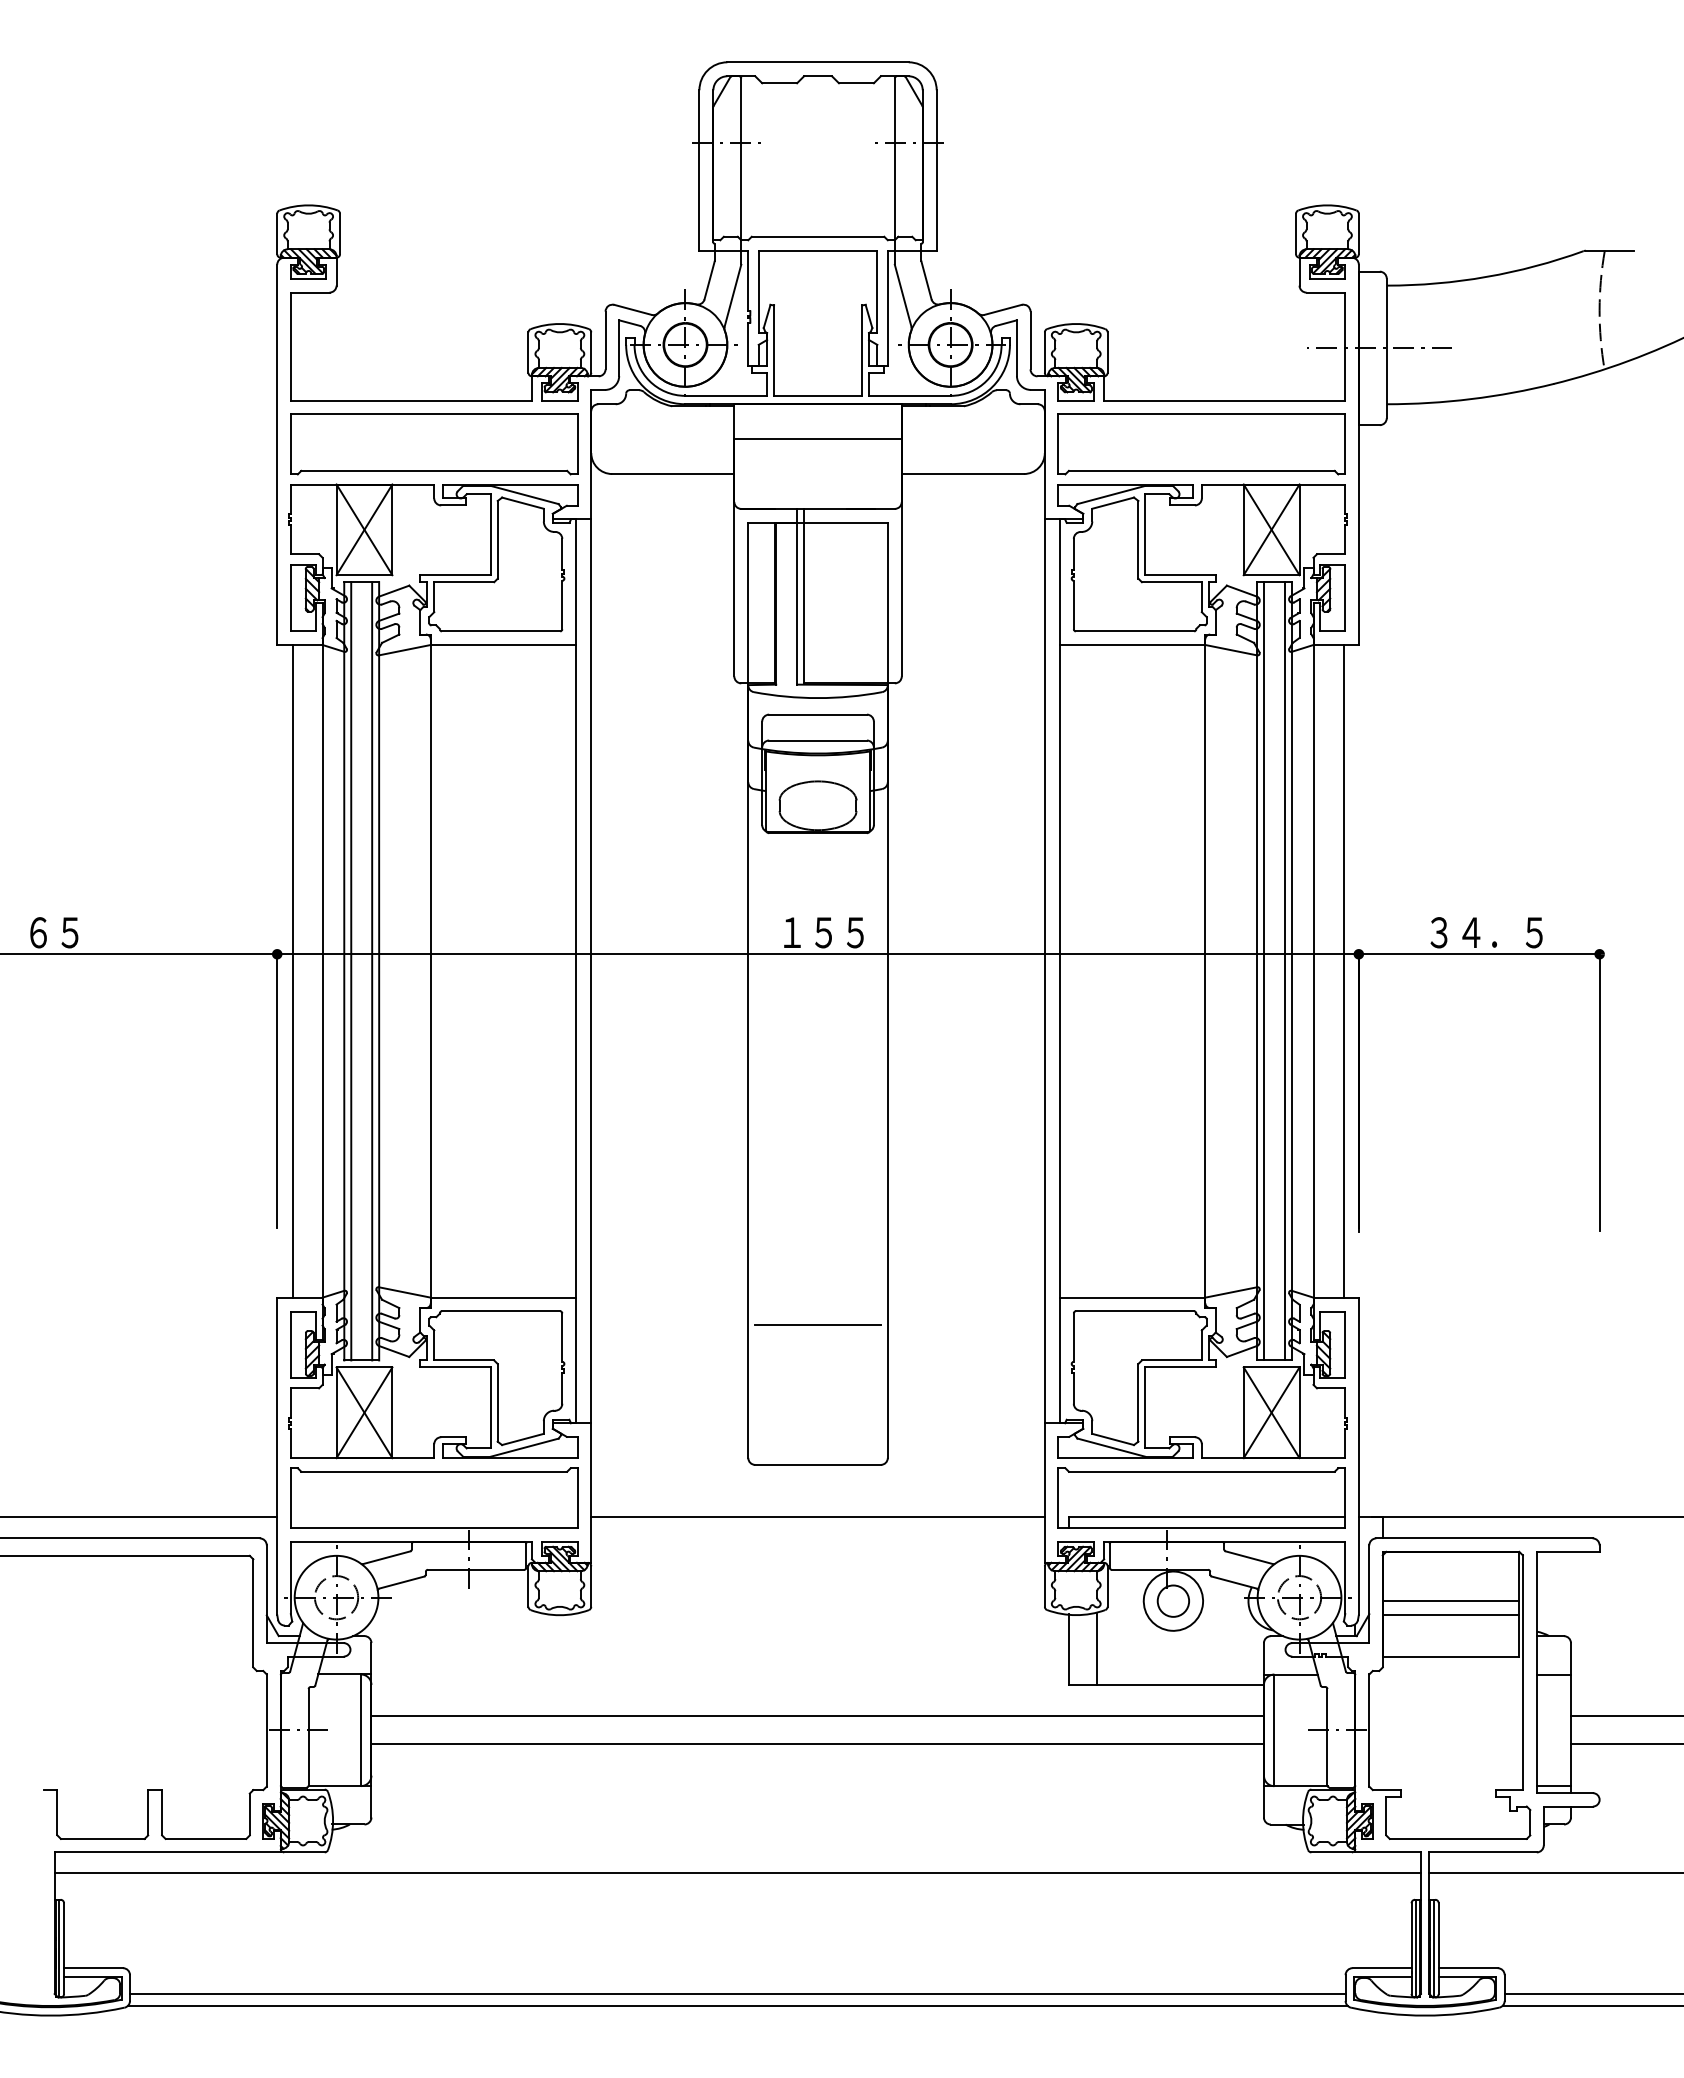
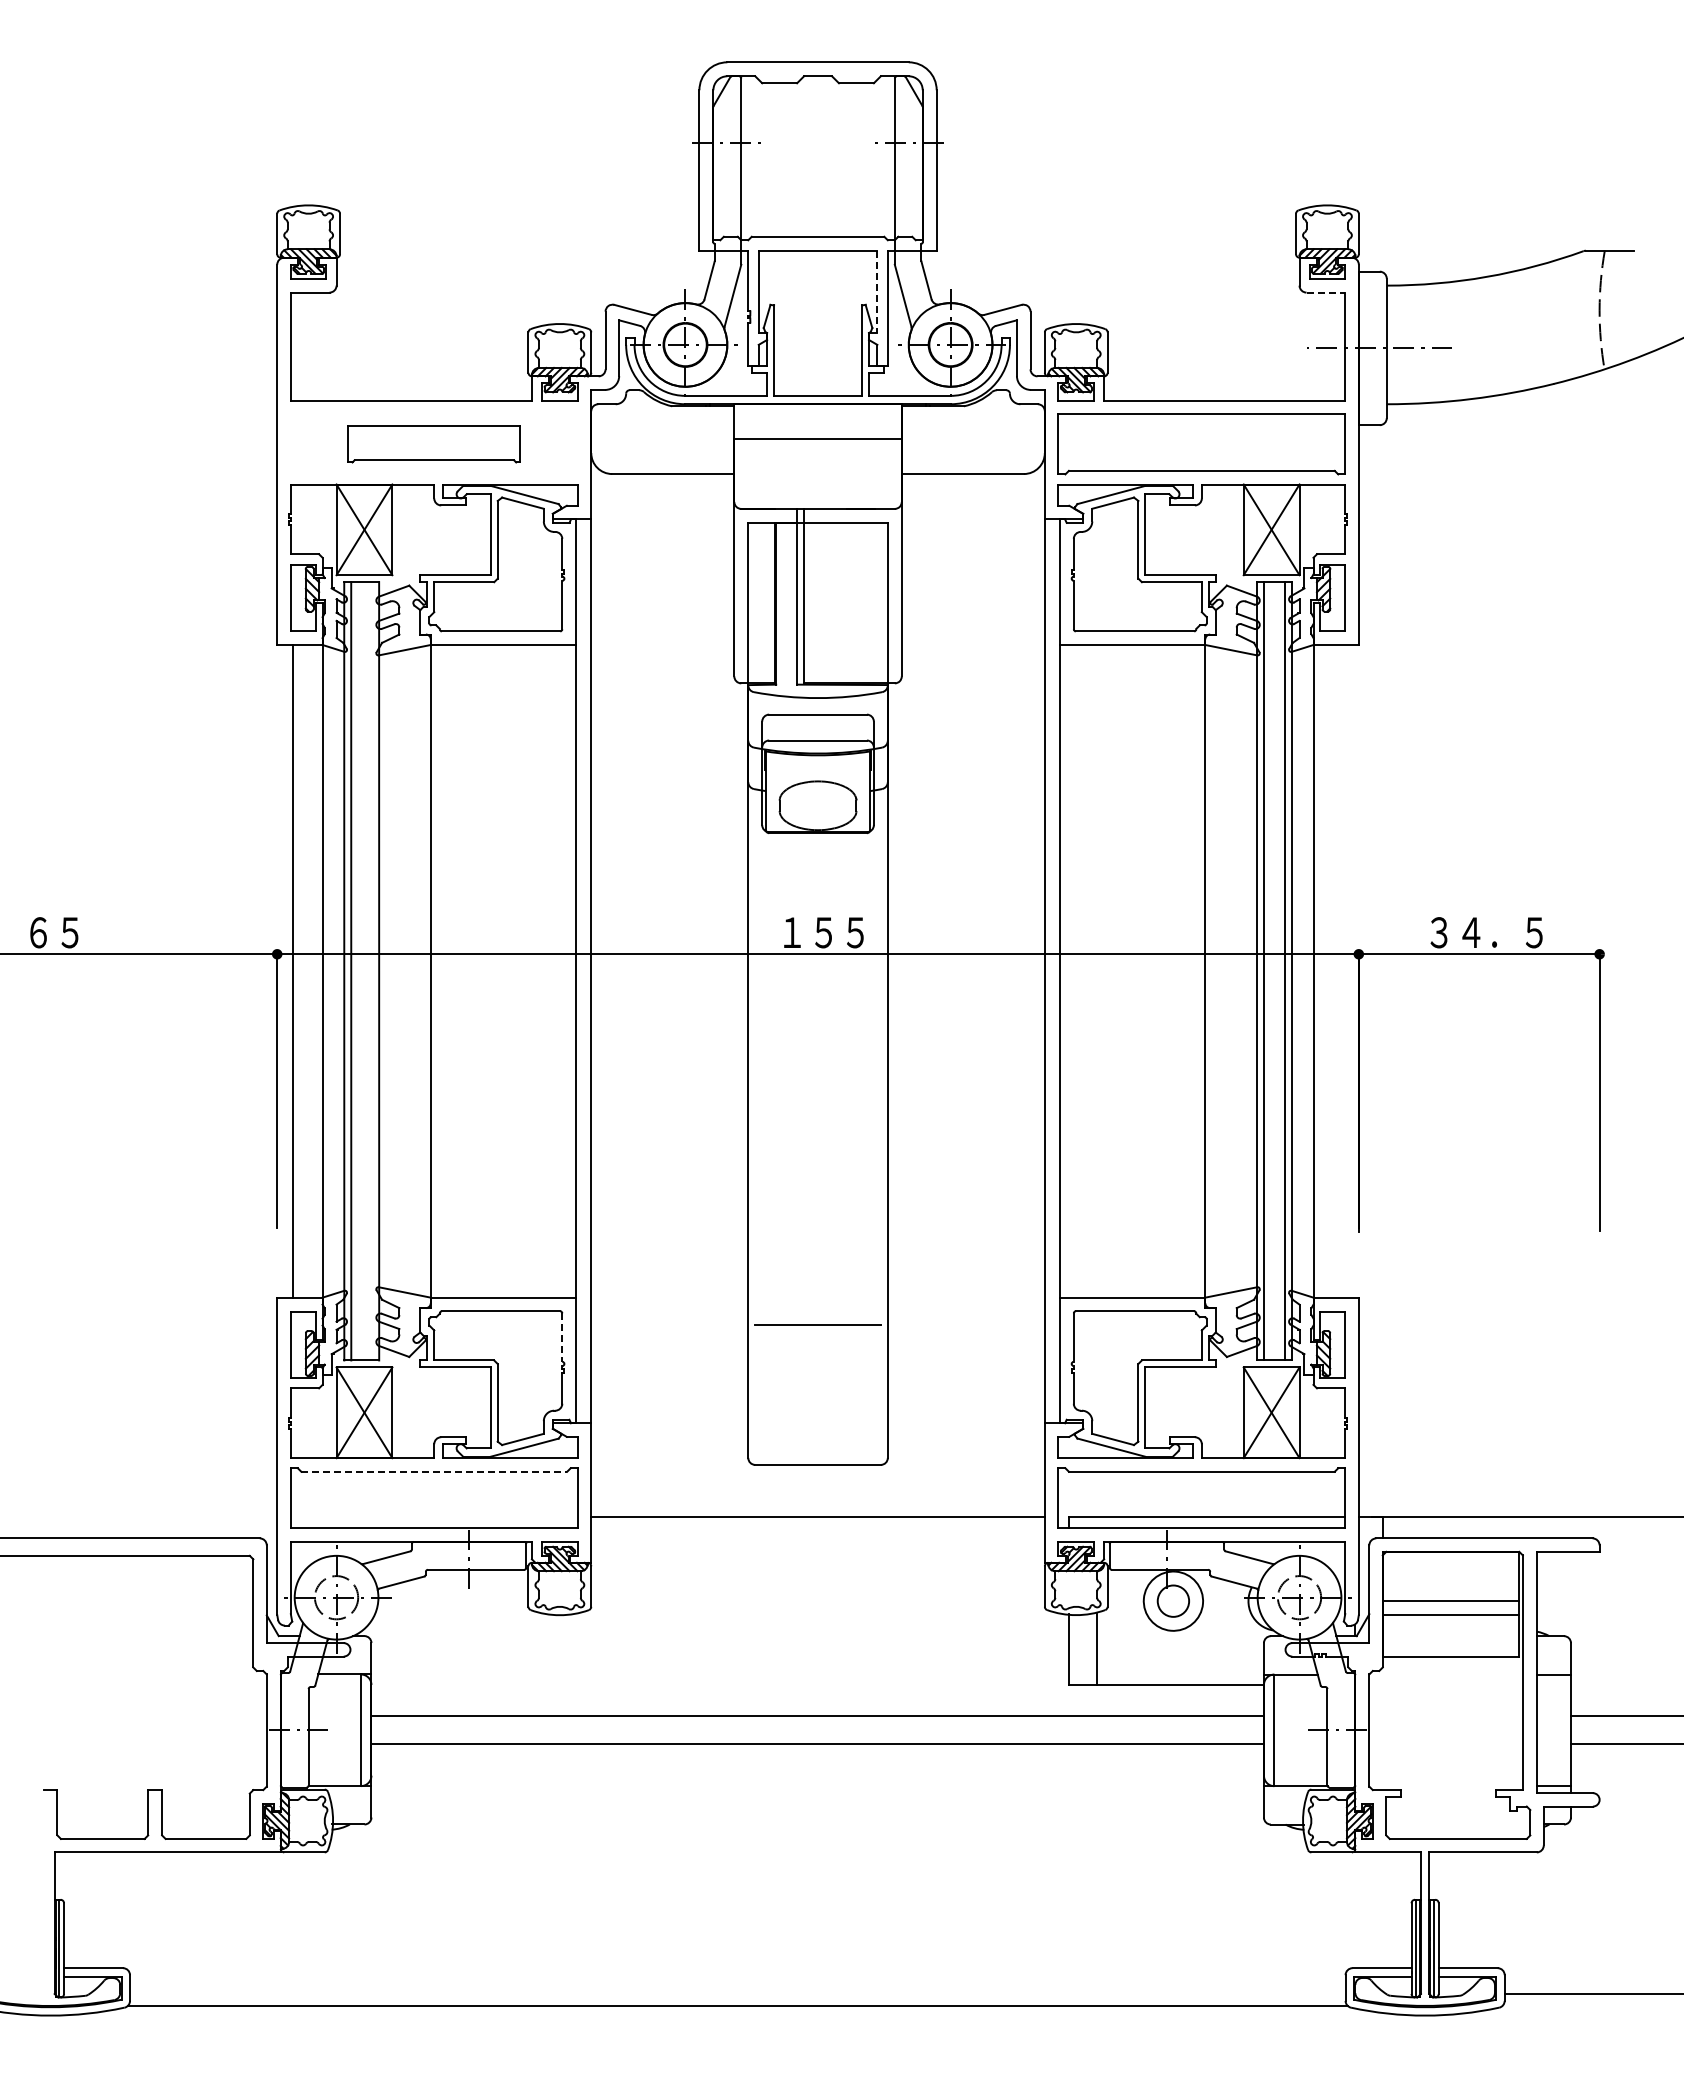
line at (877, 292): solid -> dashed
line at (1326, 292): solid -> dashed
part at (434, 444) size: 289x63 px -> 174x39 px
line at (1343, 970): present -> none
line at (372, 971): present -> none
line at (562, 1338): solid -> dashed
line at (434, 1471): solid -> dashed
line at (139, 1517): present -> none
line at (737, 1873): present -> none
line at (1554, 1873): present -> none
line at (737, 1994): present -> none
line at (1591, 2005): present -> none
